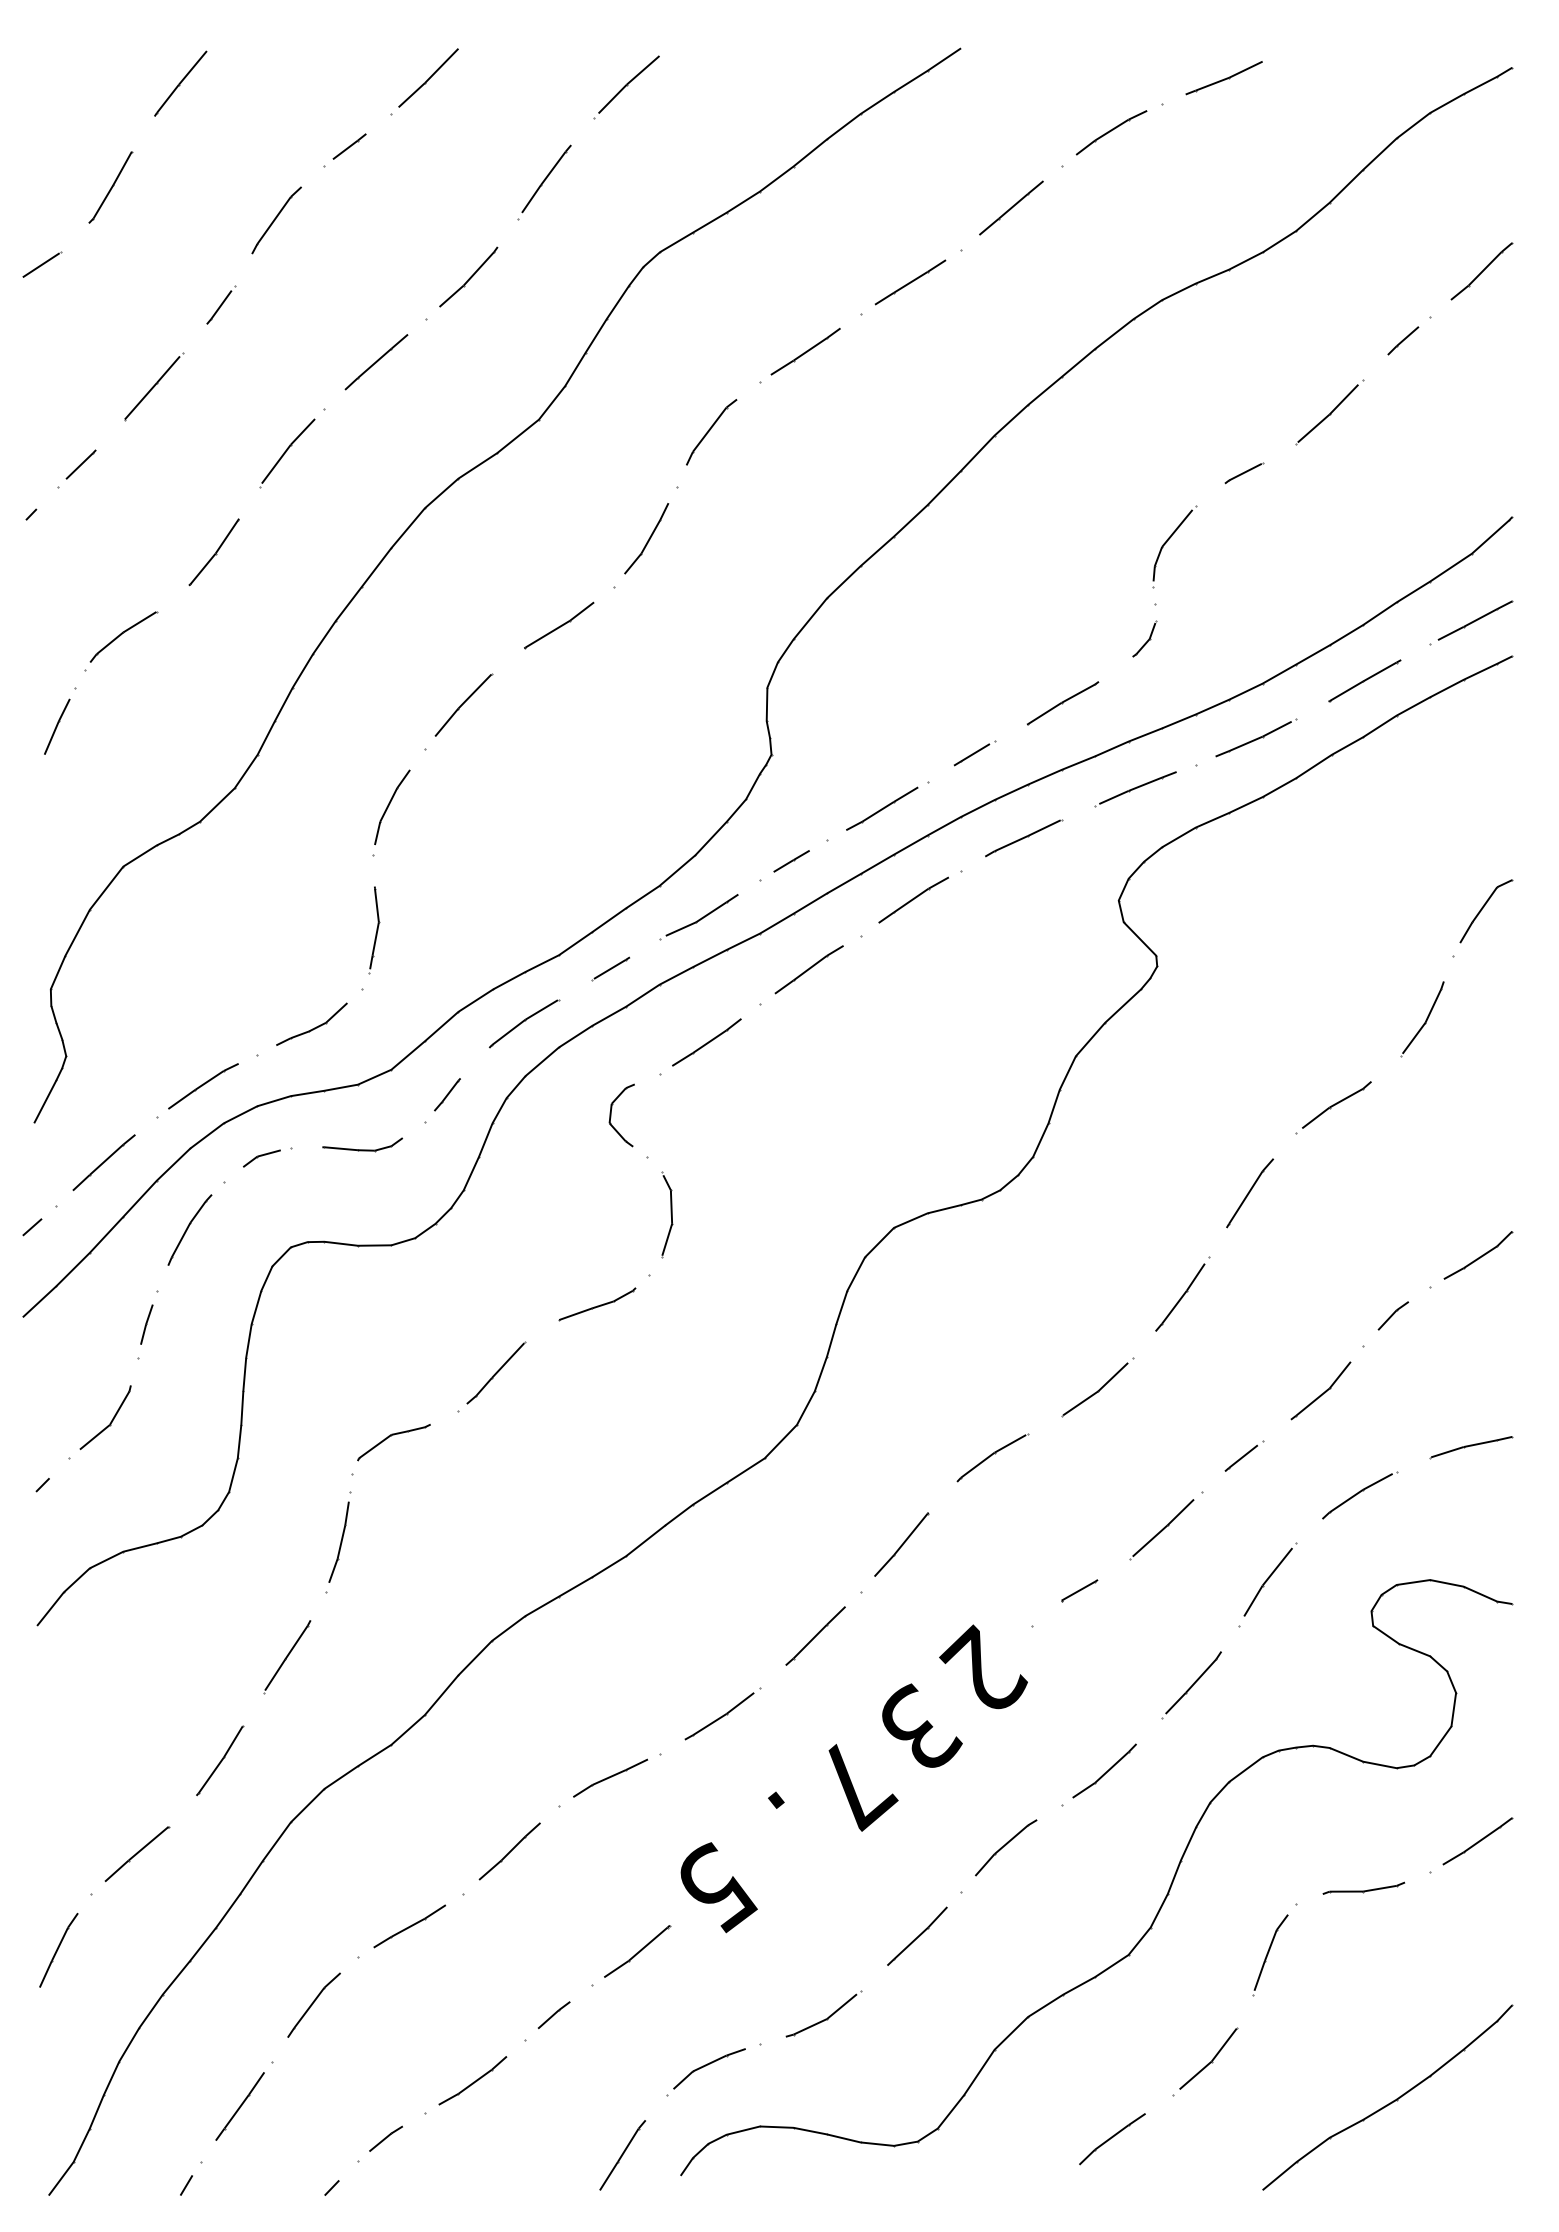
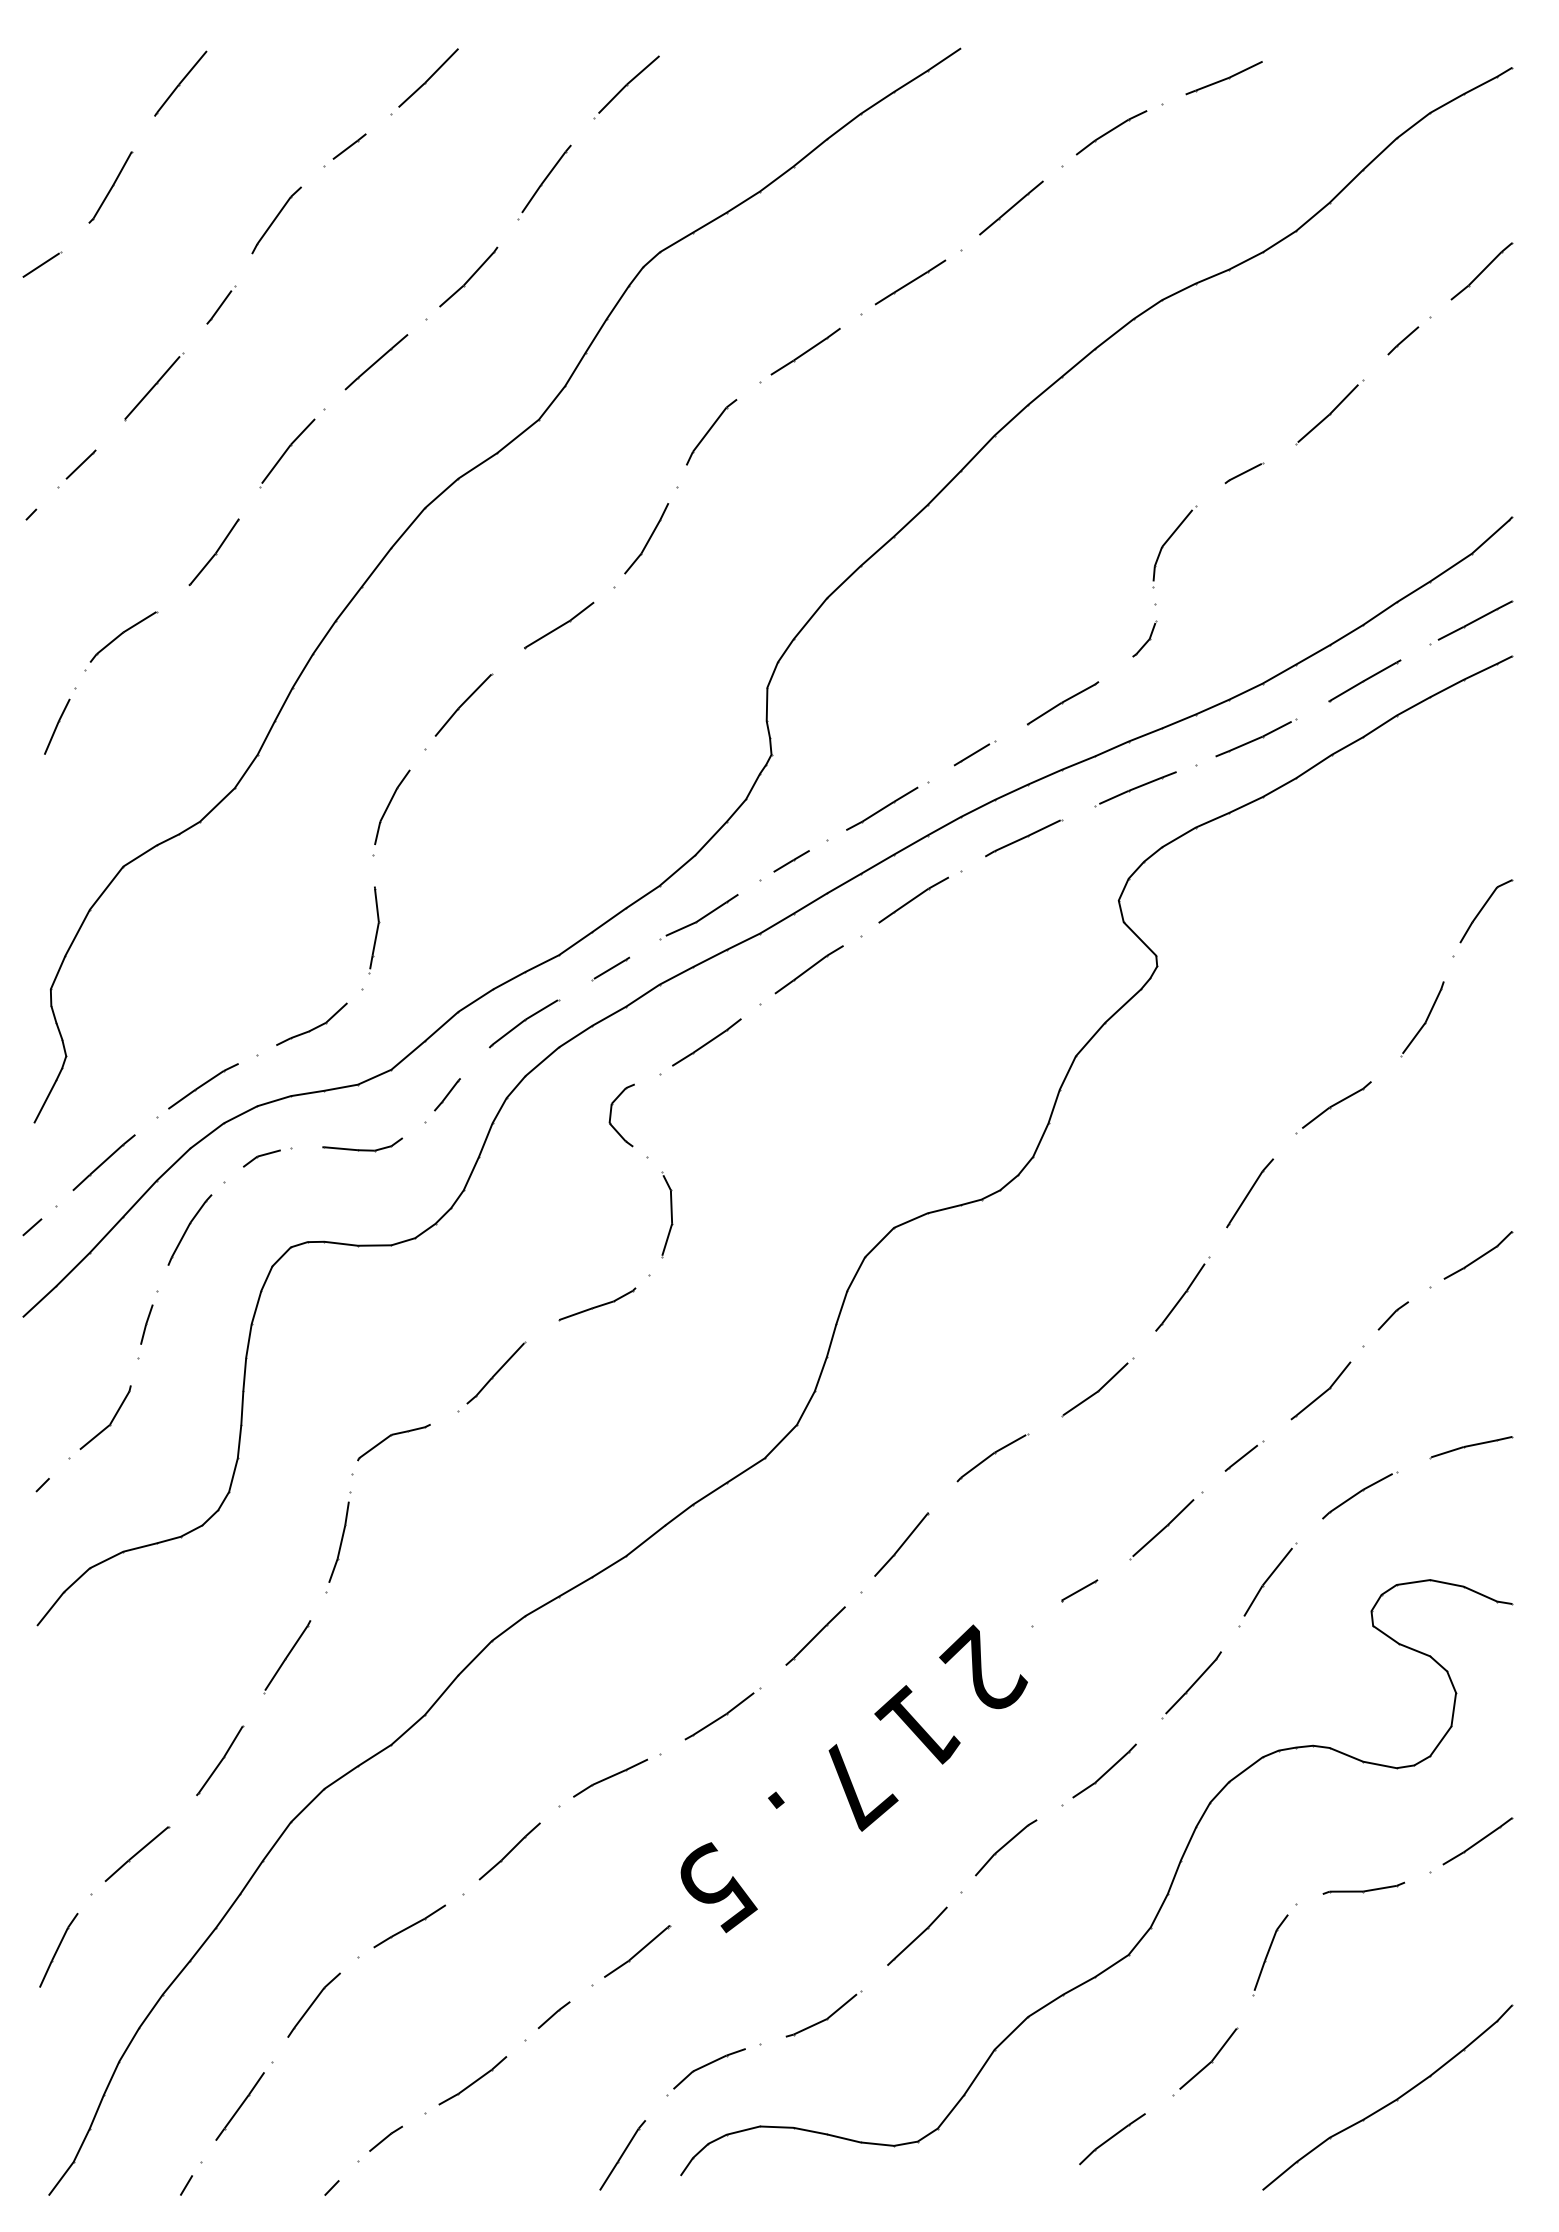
text at (918, 1725): 3 -> 1
